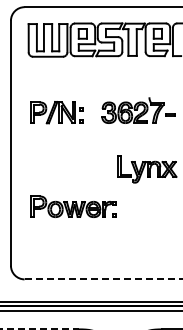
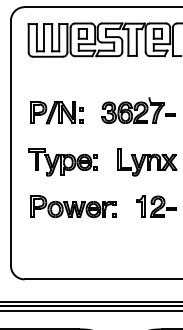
part at (62, 162): none -> present
part at (147, 169) position: (147, 169) -> (147, 162)
part at (156, 206): none -> present
line at (103, 279): dashed -> solid
line at (40, 329): dashed -> solid
